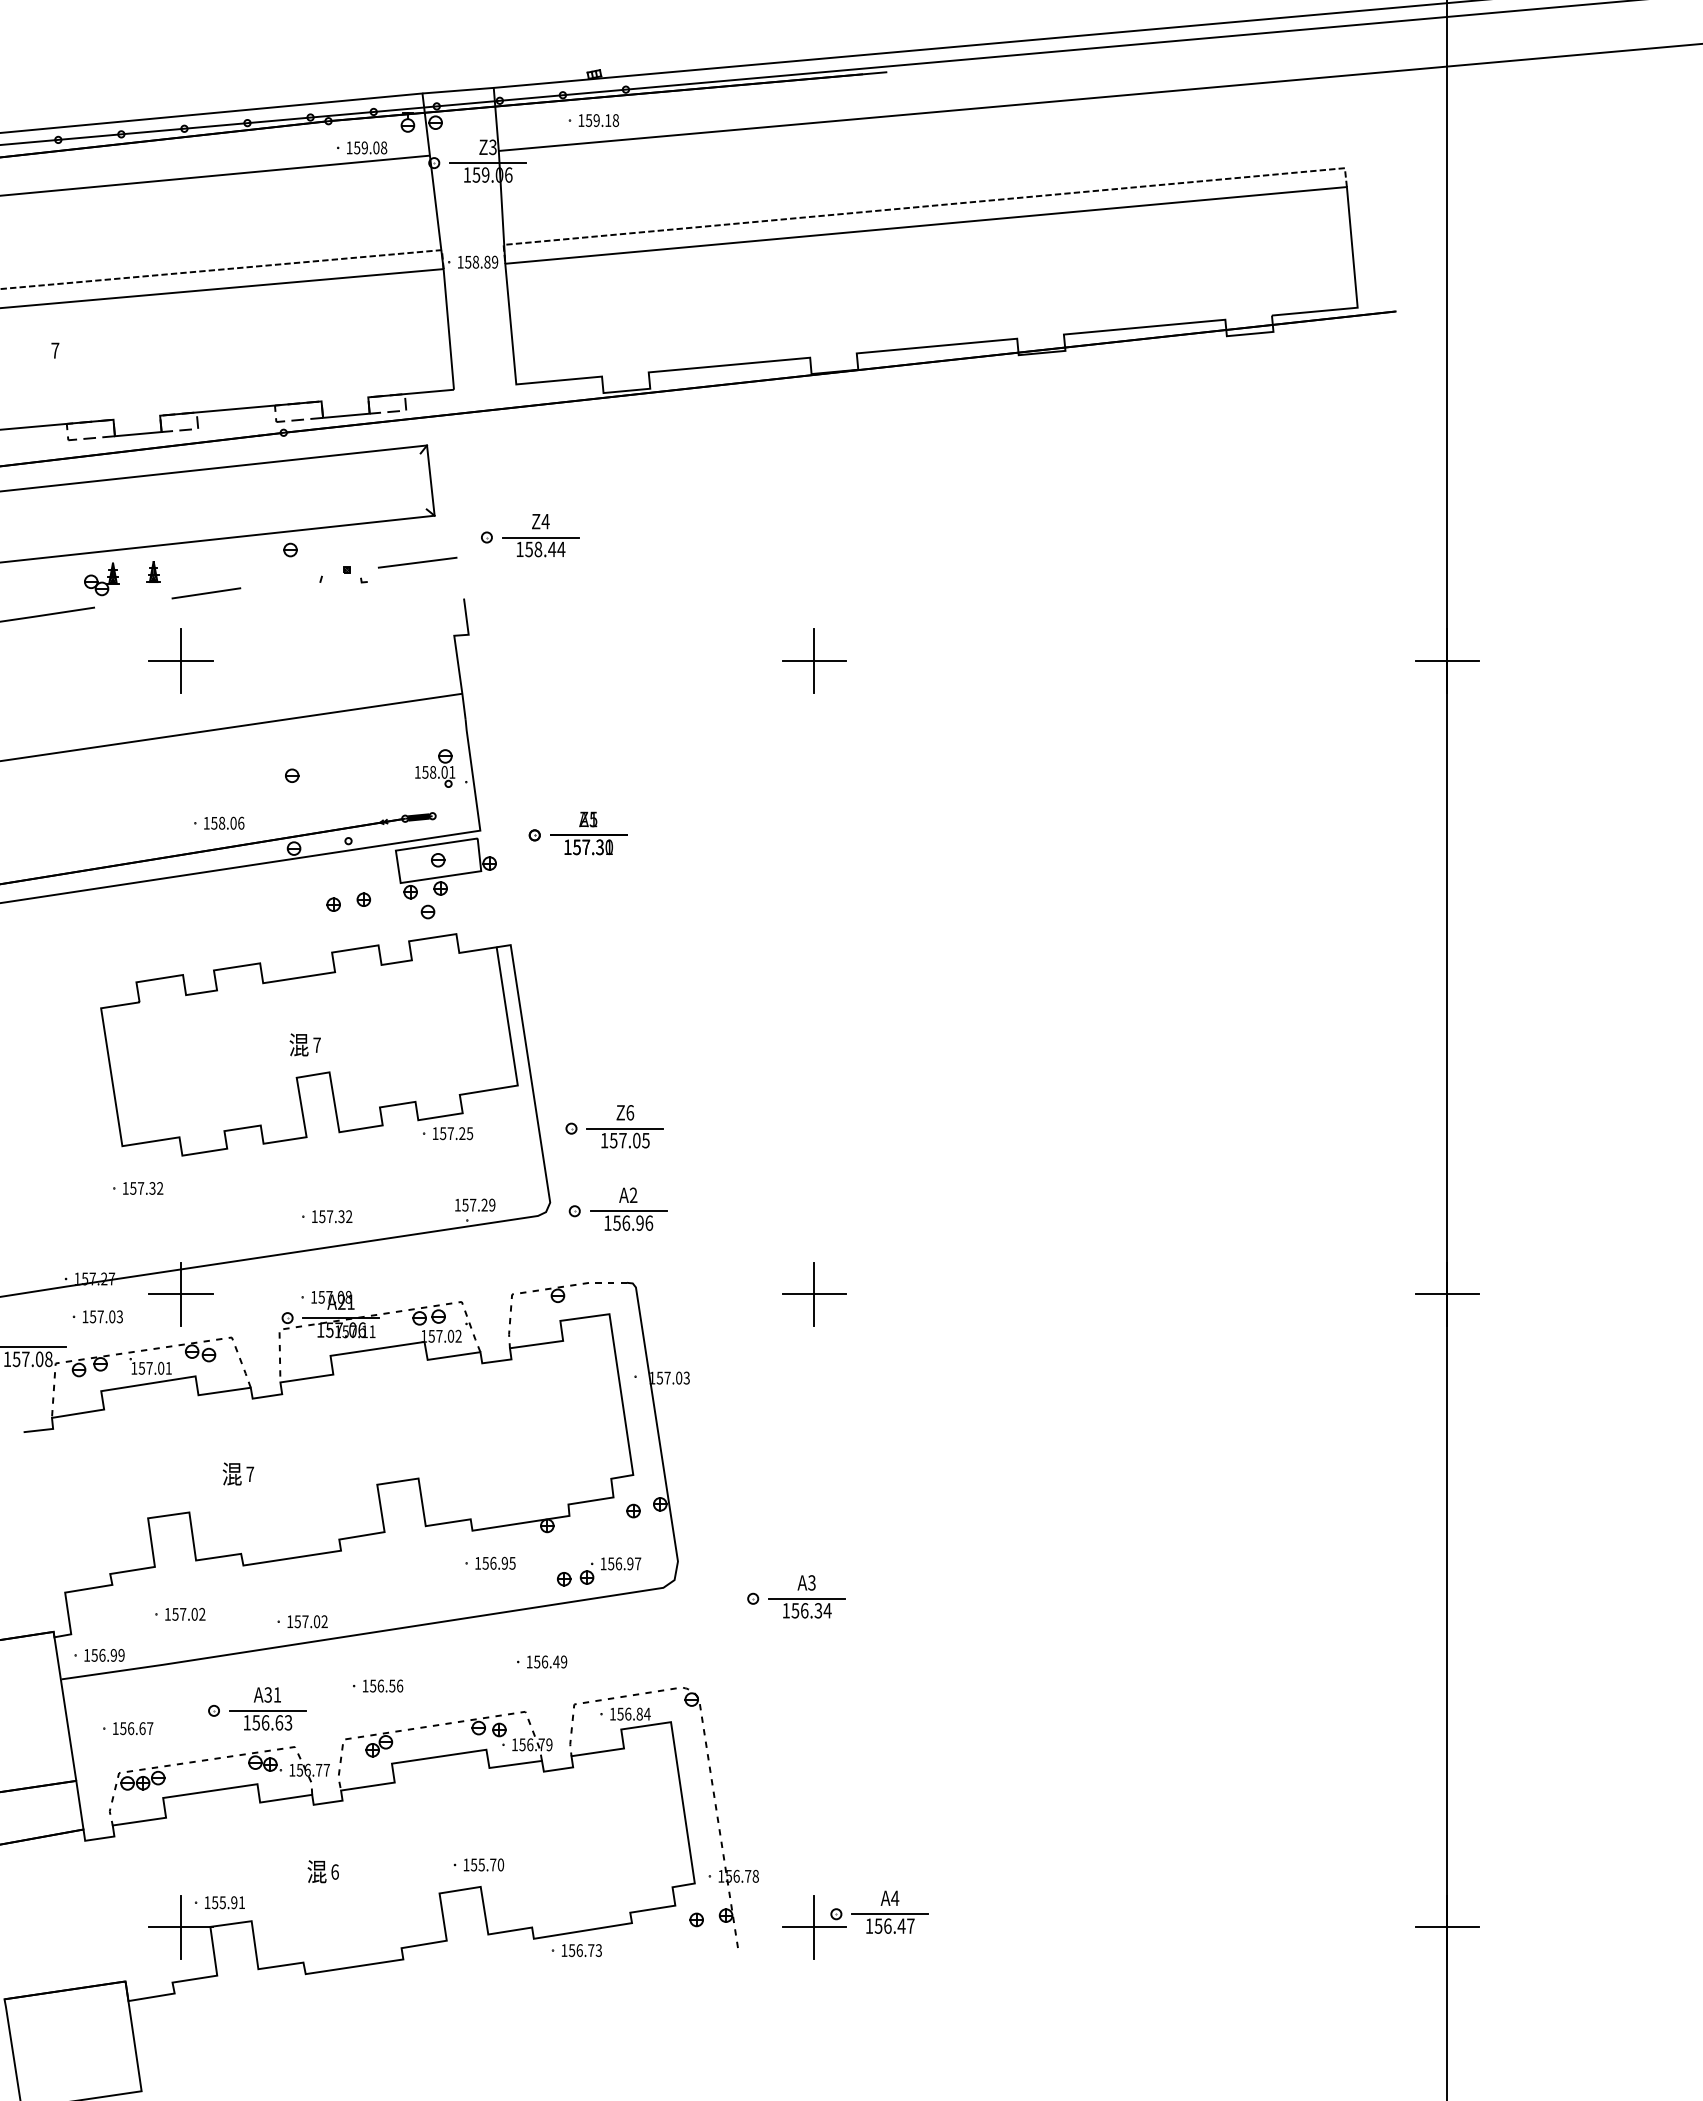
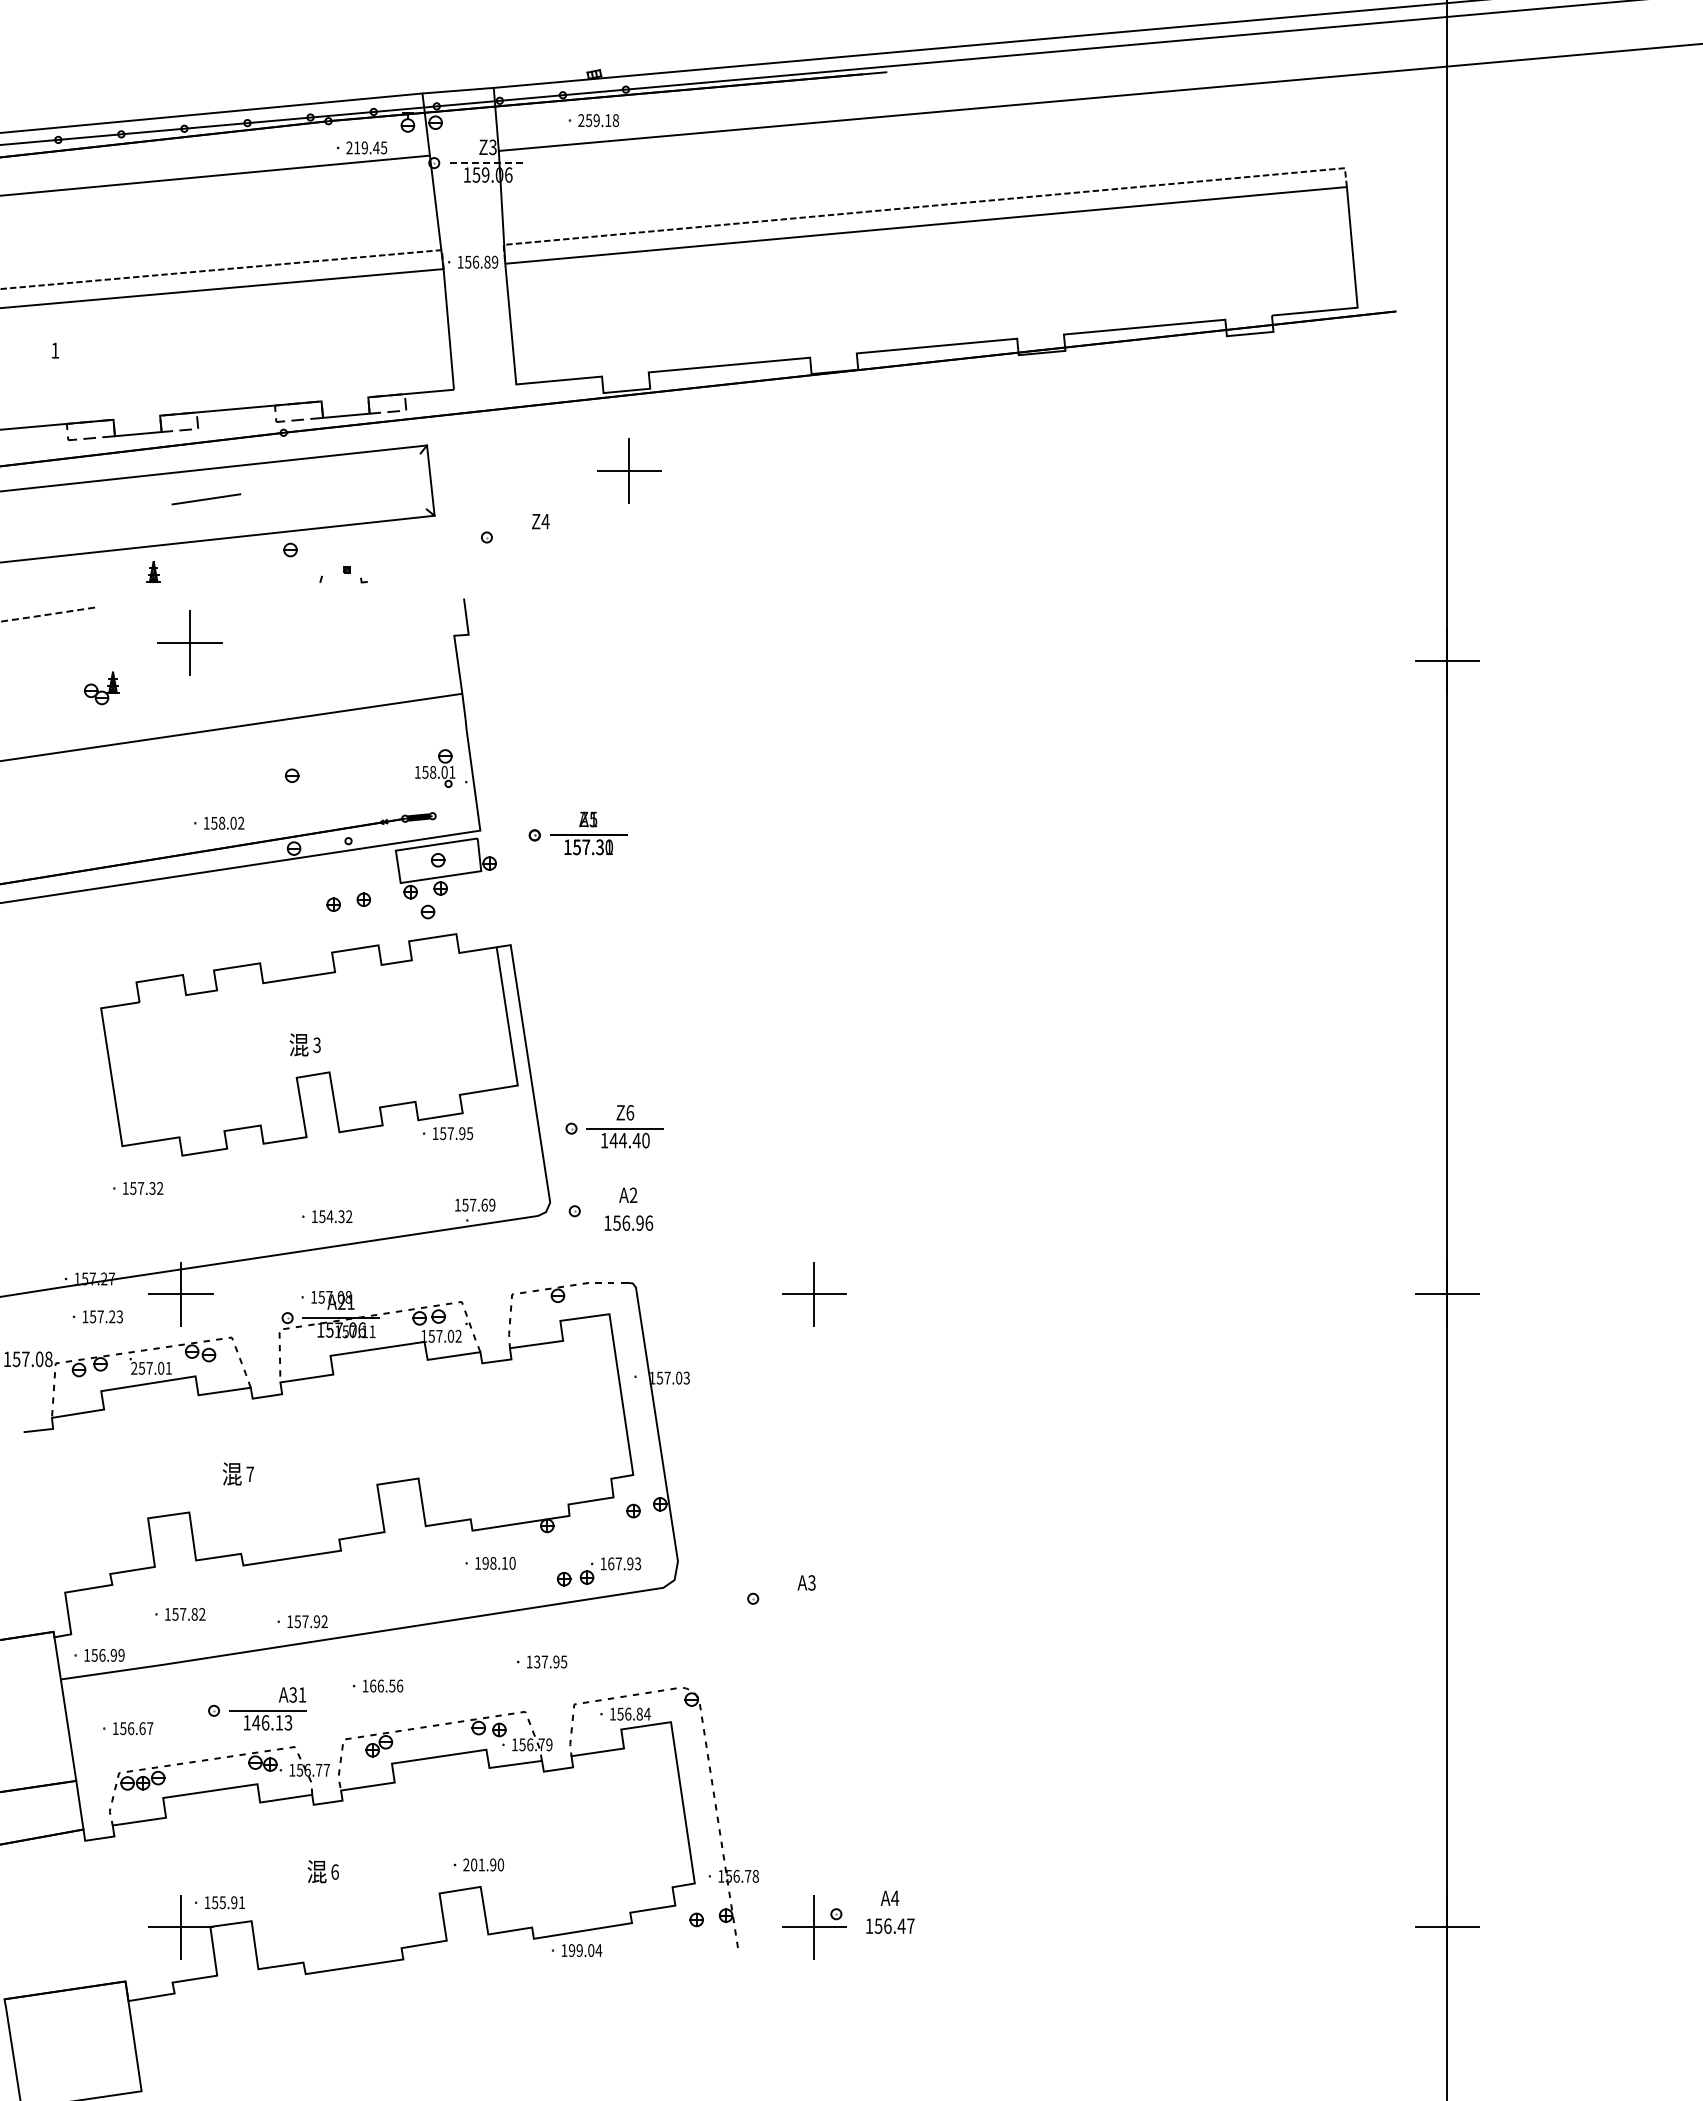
text at (581, 120): 159.18 -> 259.18
text at (366, 147): 159.08 -> 219.45
line at (488, 163): solid -> dashed
text at (475, 261): 158.89 -> 156.89
text at (55, 350): 7 -> 1
part at (540, 547): present -> none
line at (417, 562): present -> none
part at (101, 579) position: (101, 579) -> (101, 688)
line at (206, 593) position: (206, 593) -> (206, 499)
line at (46, 614): solid -> dashed
part at (180, 660) position: (180, 660) -> (189, 642)
part at (814, 660) position: (814, 660) -> (629, 470)
text at (241, 822): 158.06 -> 158.02
text at (316, 1044): 7 -> 3
text at (462, 1133): 157.25 -> 157.95
text at (629, 1140): 157.05 -> 144.40
text at (484, 1204): 157.29 -> 157.69
line at (628, 1211): present -> none
text at (329, 1216): 157.32 -> 154.32
text at (112, 1316): 157.03 -> 157.23
line at (34, 1347): present -> none
text at (134, 1367): 157.01 -> 257.01
text at (498, 1562): 156.95 -> 198.10
text at (624, 1563): 156.97 -> 167.93
part at (806, 1608): present -> none
text at (194, 1614): 157.02 -> 157.82
text at (316, 1621): 157.02 -> 157.92
text at (550, 1661): 156.49 -> 137.95
text at (373, 1685): 156.56 -> 166.56
text at (266, 1694) position: (266, 1694) -> (291, 1694)
text at (267, 1722): 156.63 -> 146.13
text at (479, 1864): 155.70 -> 201.90
line at (890, 1914): present -> none
text at (585, 1950): 156.73 -> 199.04
